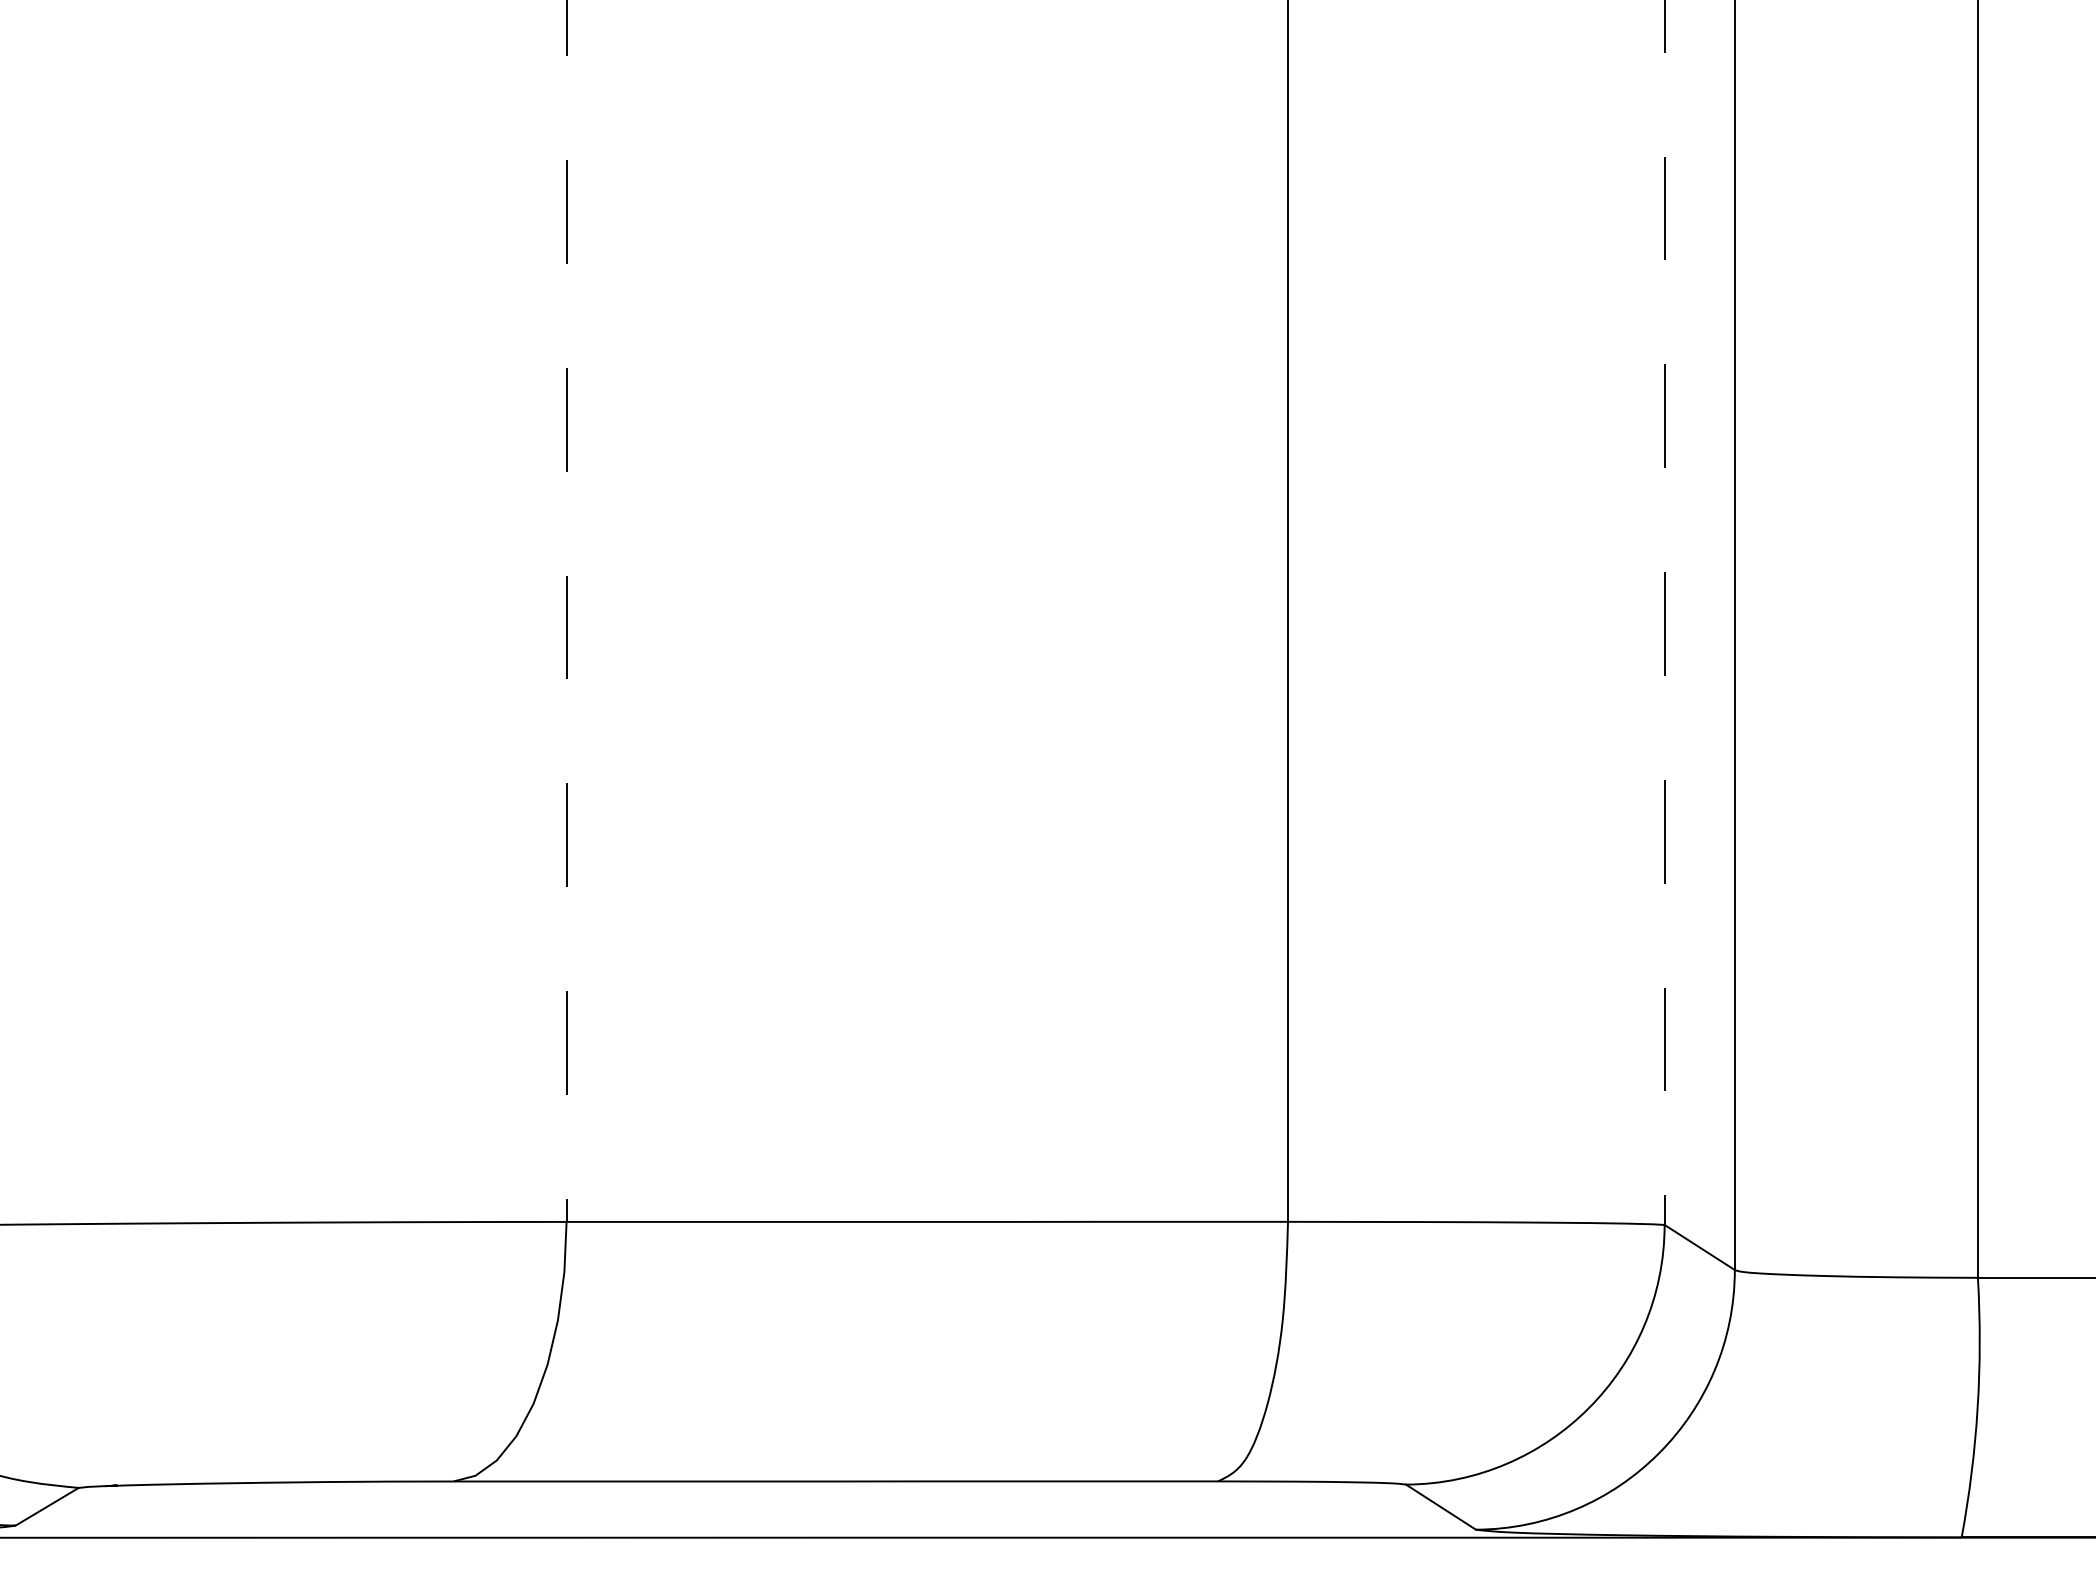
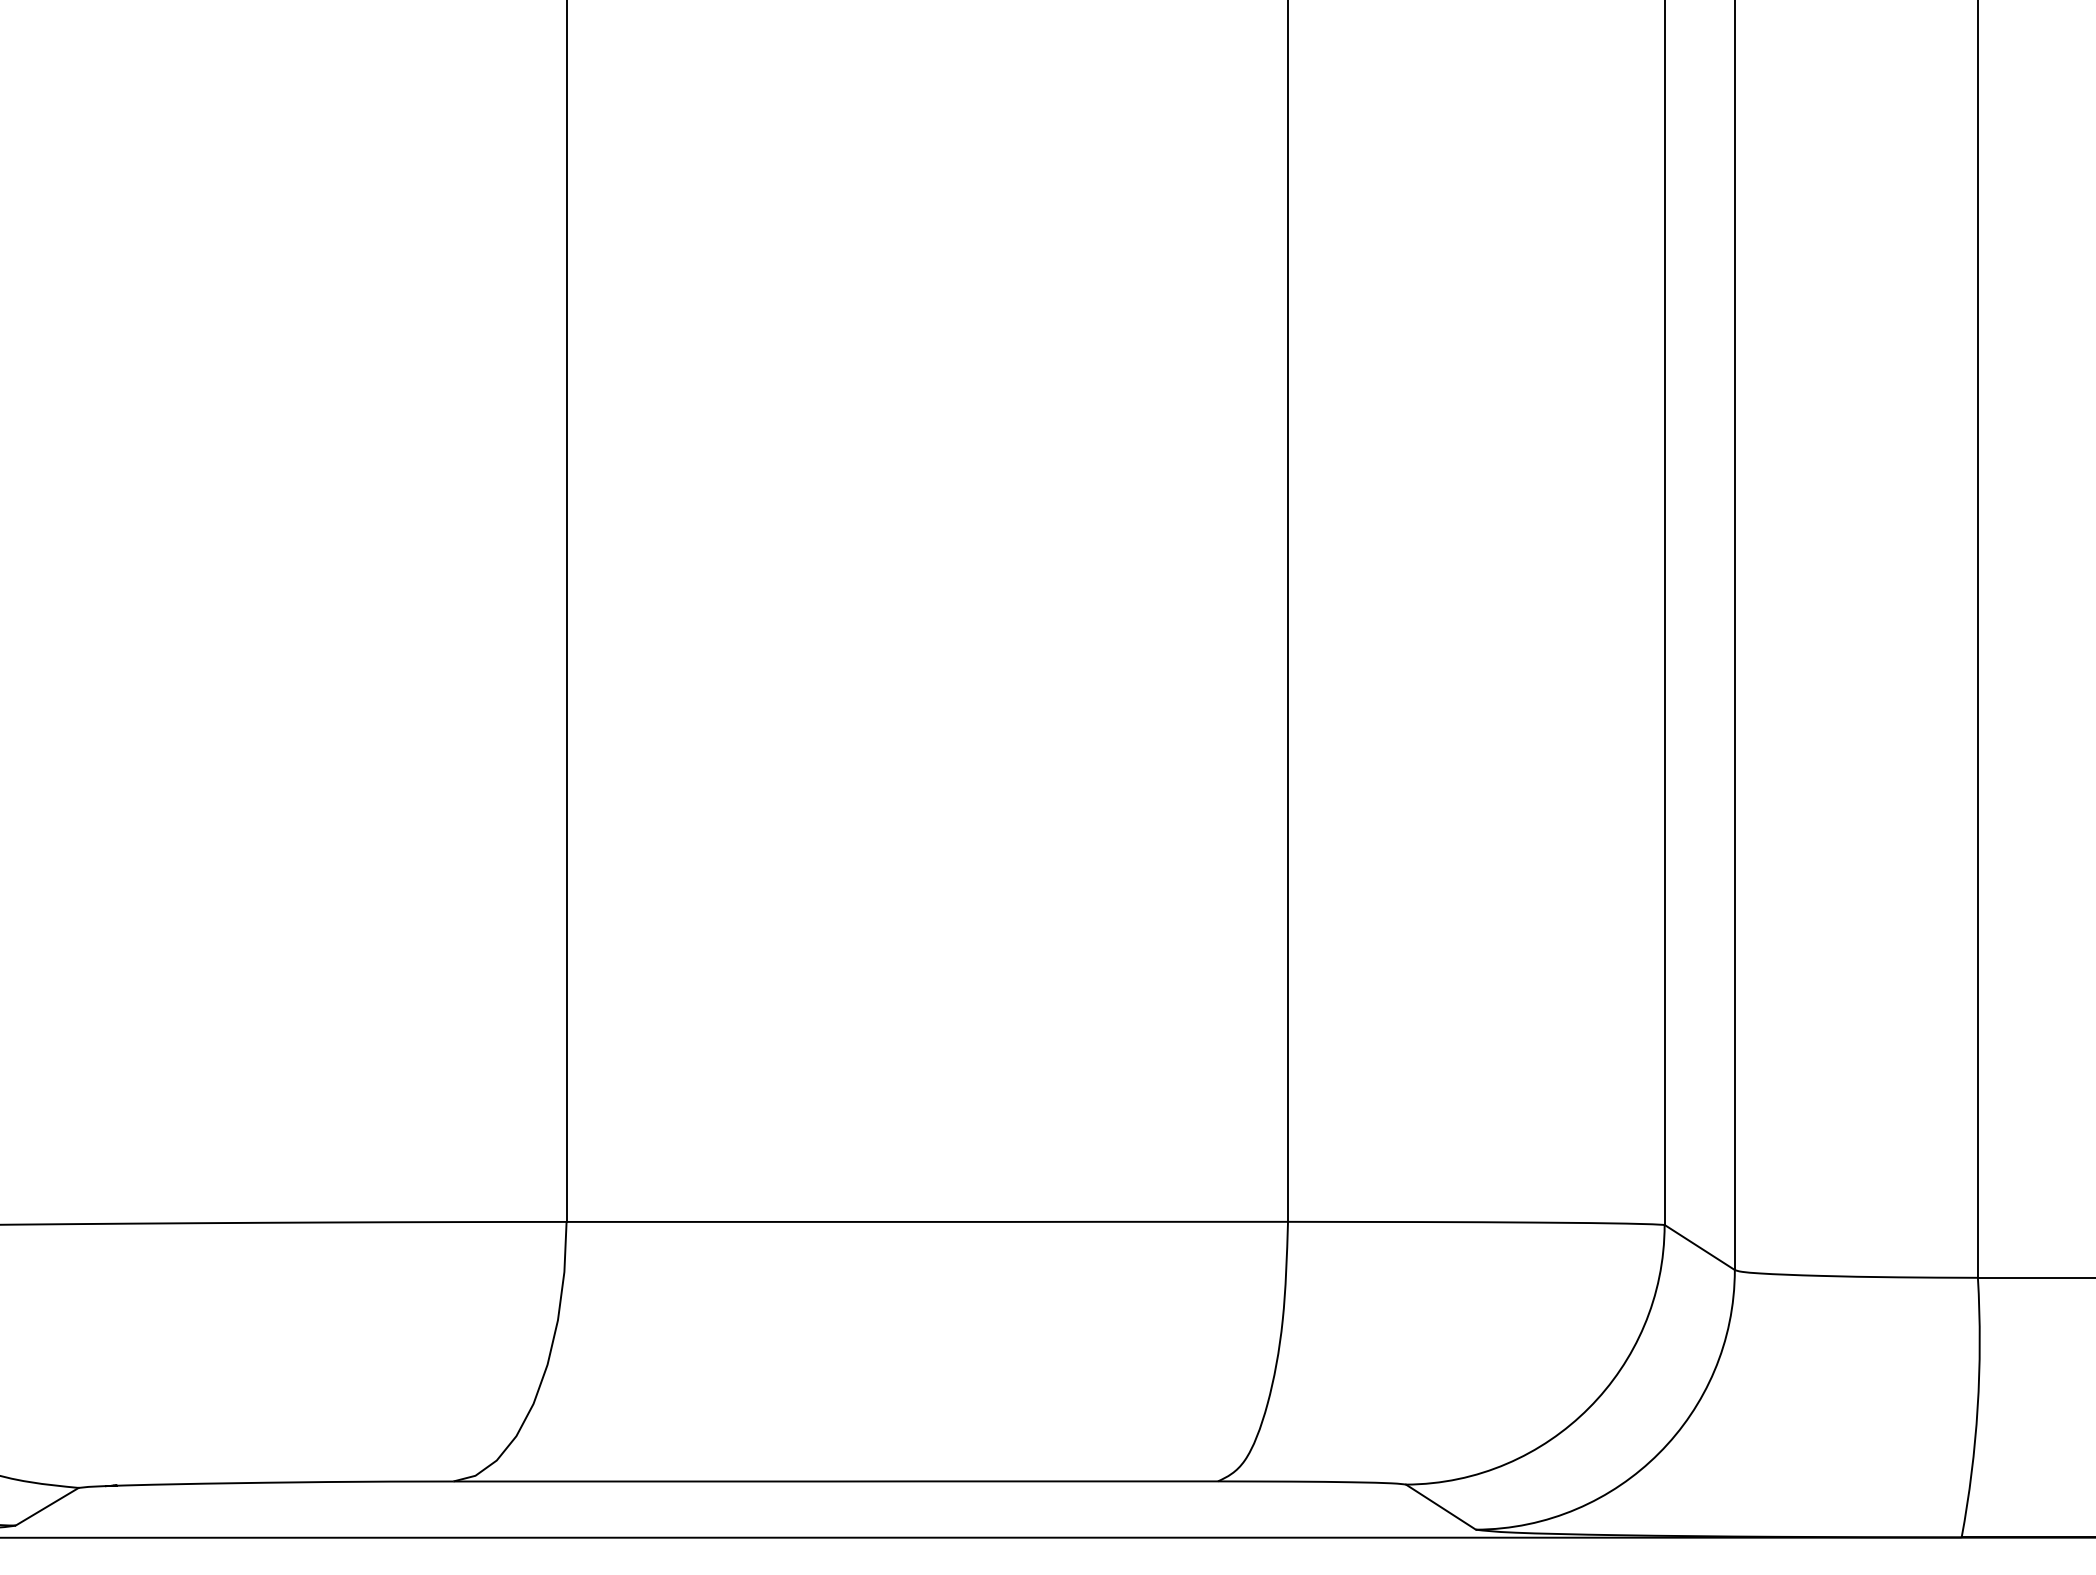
line at (566, 611): dashed -> solid
line at (1664, 613): dashed -> solid
